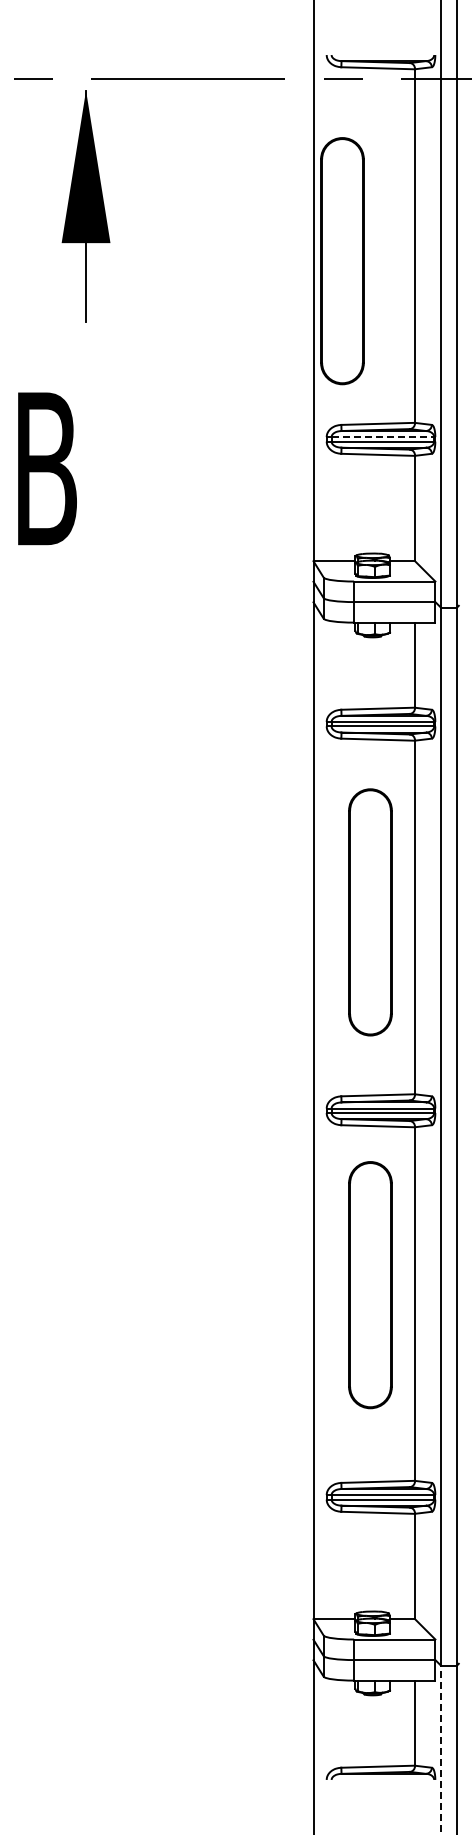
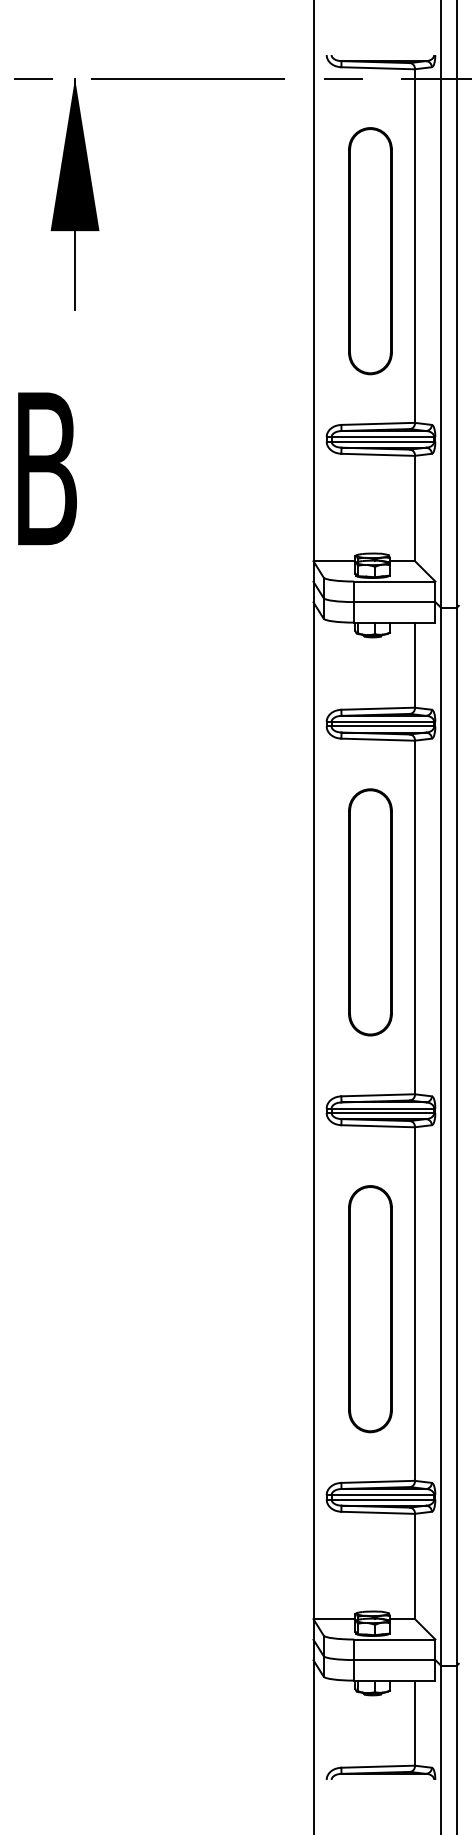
part at (85, 206) position: (85, 206) -> (74, 194)
part at (342, 261) position: (342, 261) -> (370, 251)
line at (383, 437): dashed -> solid
part at (370, 1285) position: (370, 1285) -> (370, 1309)
line at (440, 1749): dashed -> solid
